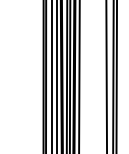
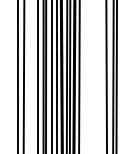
line at (18, 76): none -> present
line at (23, 76): none -> present
line at (37, 76): none -> present
